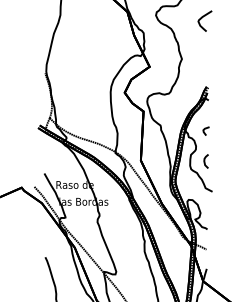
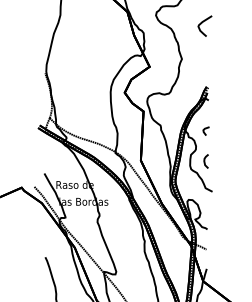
curve at (202, 18) position: (202, 18) -> (202, 23)
